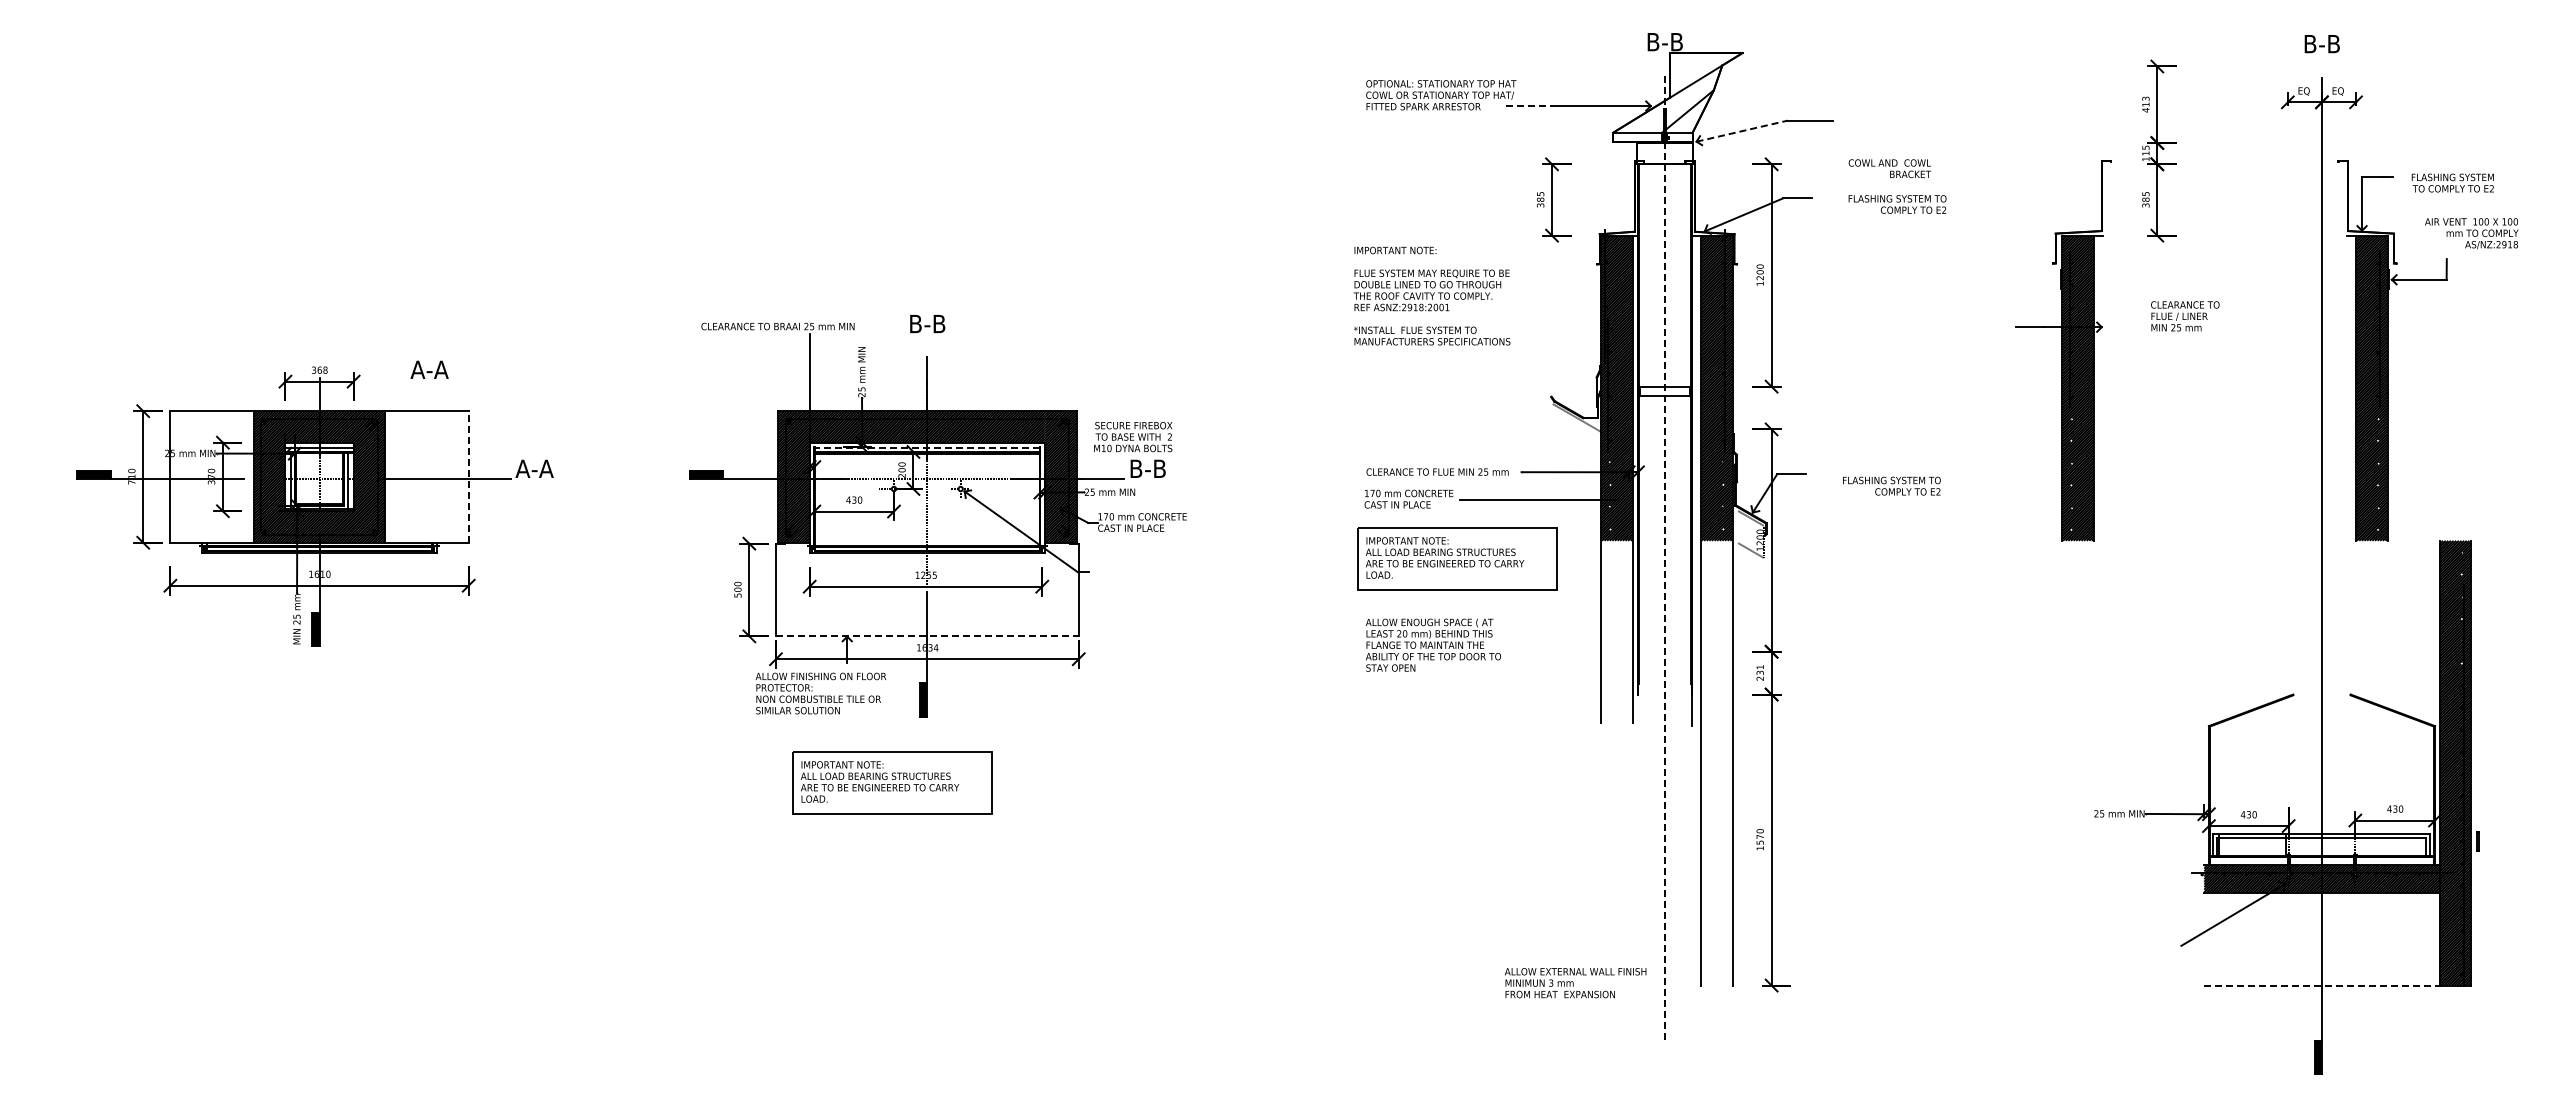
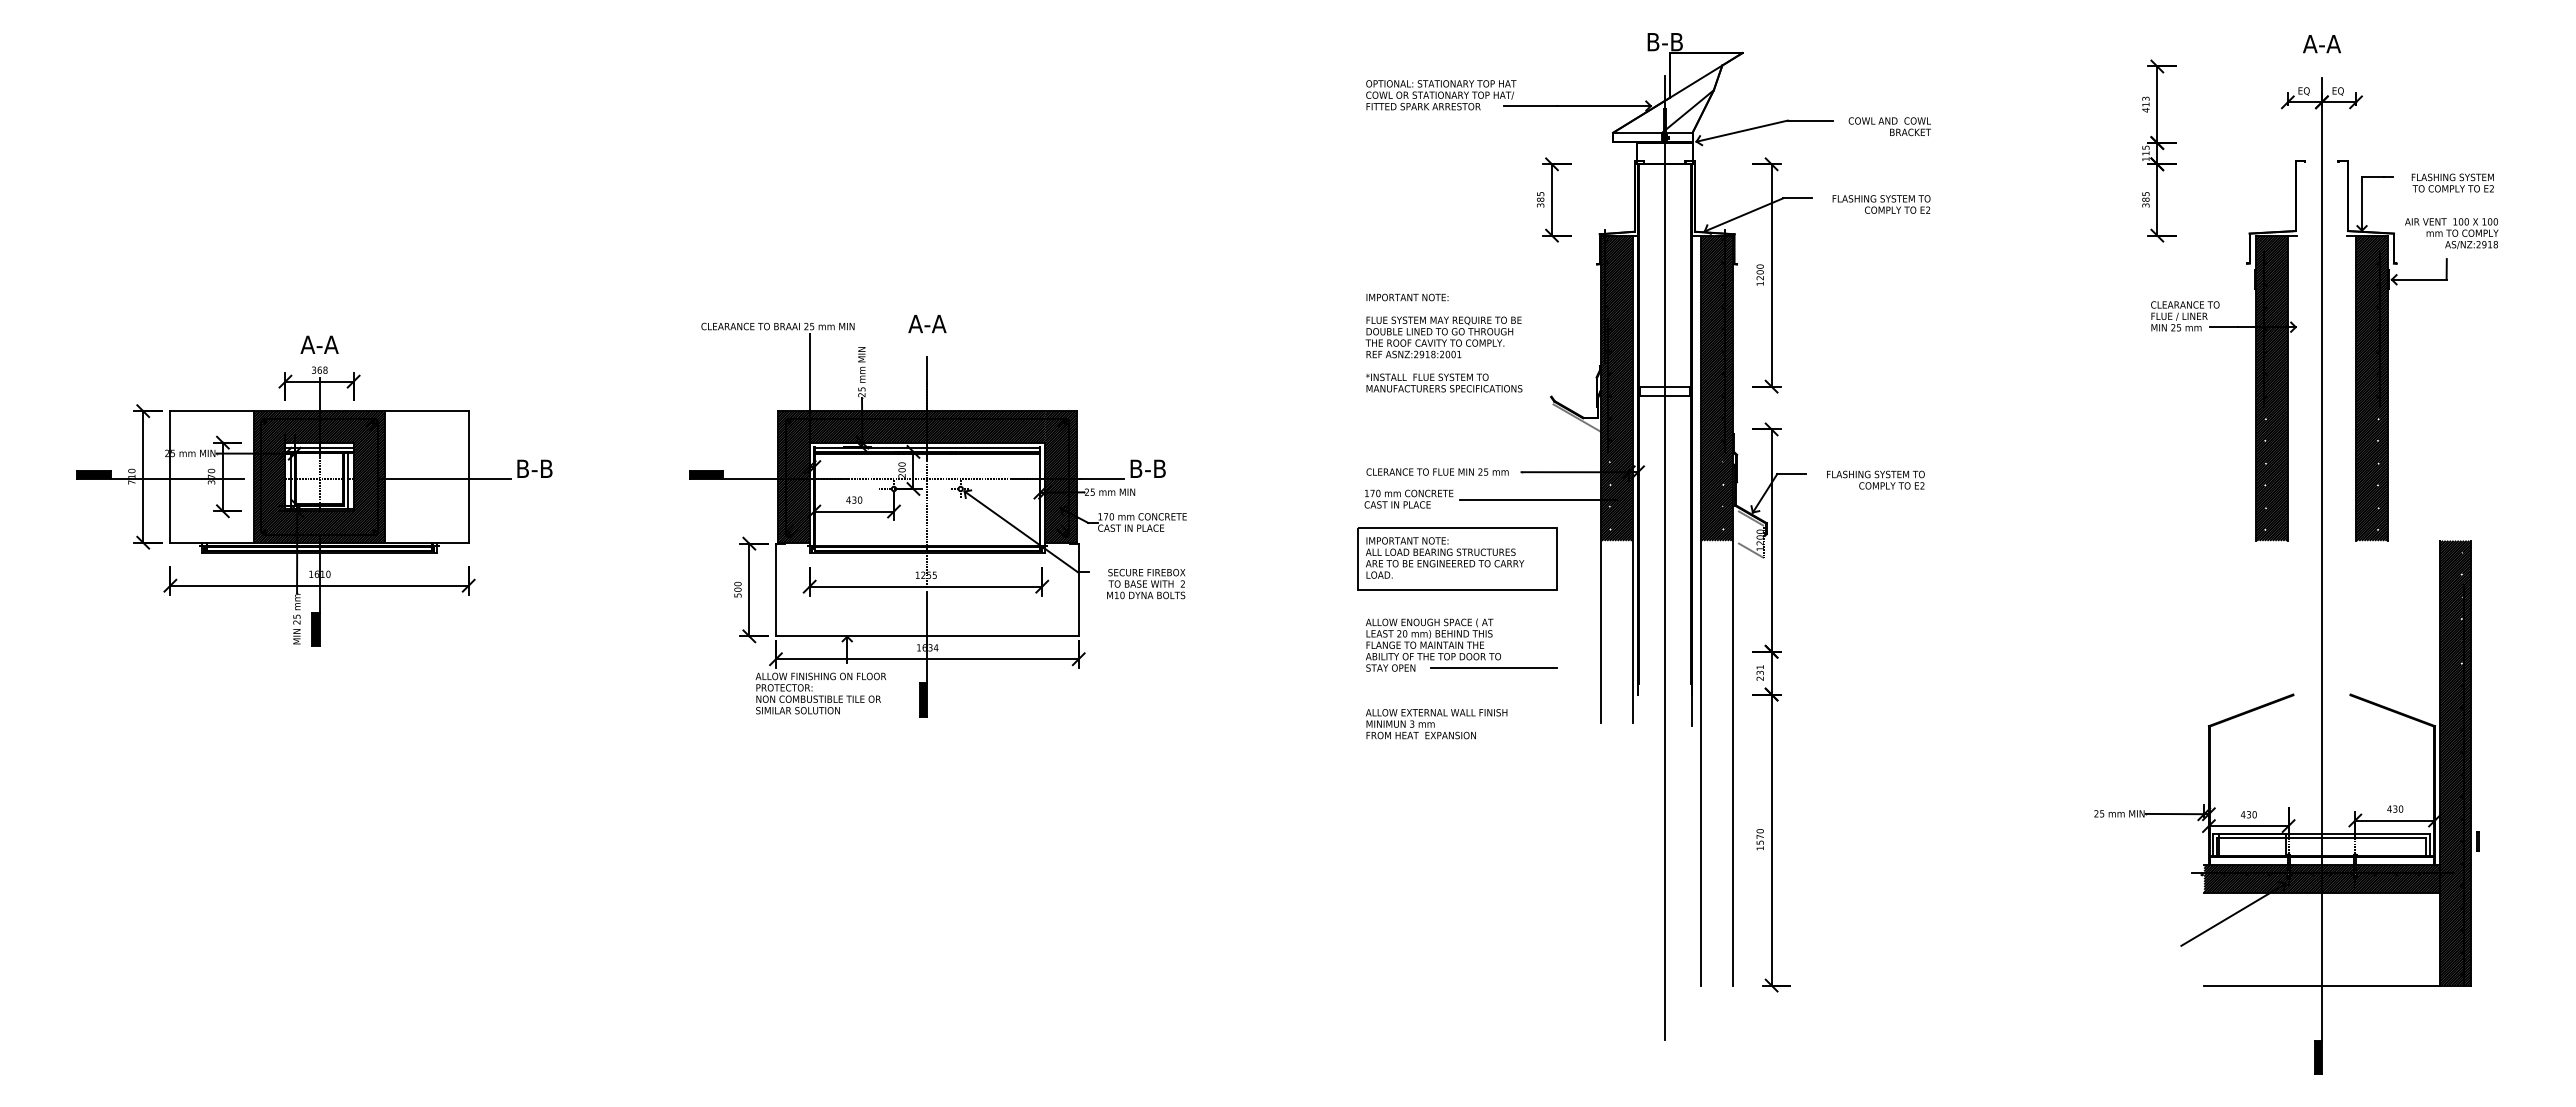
text at (2321, 44): B-B -> A-A
line at (1530, 106): dashed -> solid
line at (1742, 131): dashed -> solid
text at (1889, 168) position: (1889, 168) -> (1889, 126)
text at (1897, 204) position: (1897, 204) -> (1881, 204)
text at (2471, 233) position: (2471, 233) -> (2451, 233)
text at (1431, 295) position: (1431, 295) -> (1443, 342)
text at (927, 324): B-B -> A-A
part at (2063, 350) position: (2063, 350) -> (2257, 350)
text at (429, 369) position: (429, 369) -> (319, 344)
text at (1133, 437) position: (1133, 437) -> (1146, 584)
line at (926, 447): dashed -> solid
text at (534, 468): A-A -> B-B
line at (468, 476): dashed -> solid
text at (1891, 485) position: (1891, 485) -> (1875, 479)
line at (1664, 558): dashed -> solid
line at (927, 636): dashed -> solid
line at (1493, 668): none -> present
part at (892, 782): present -> none
text at (1575, 983) position: (1575, 983) -> (1436, 724)
line at (2321, 985): dashed -> solid
